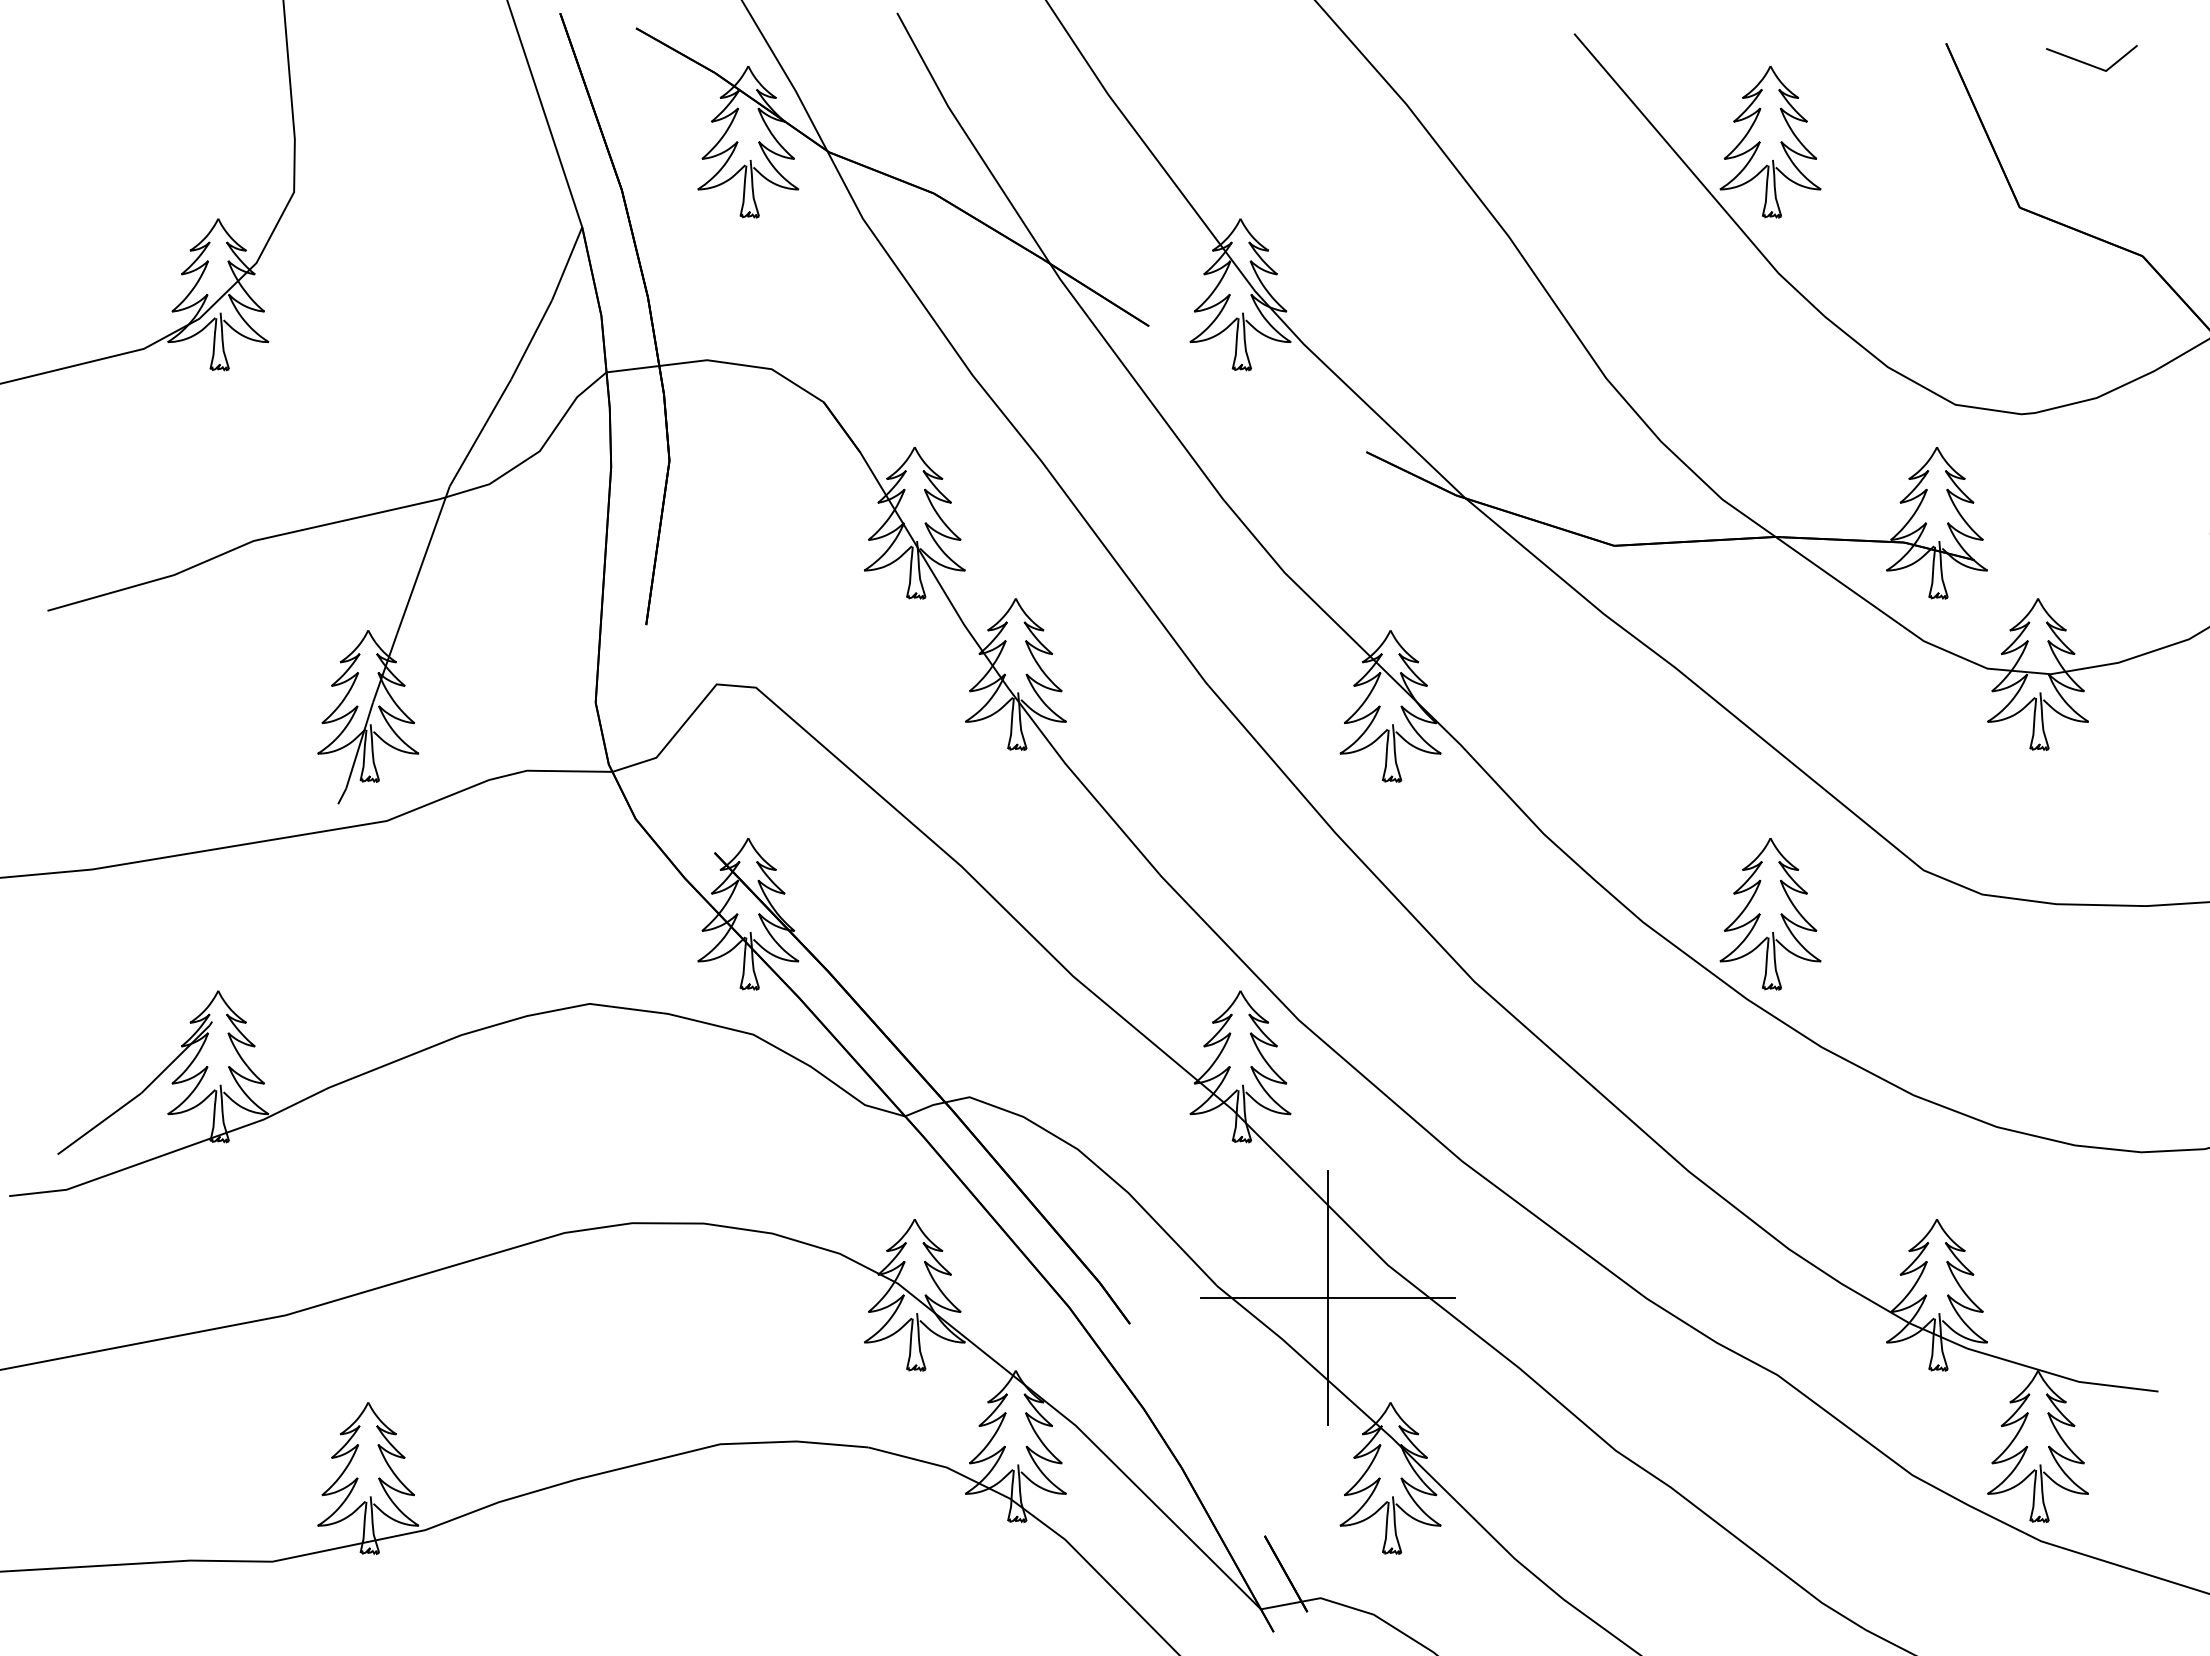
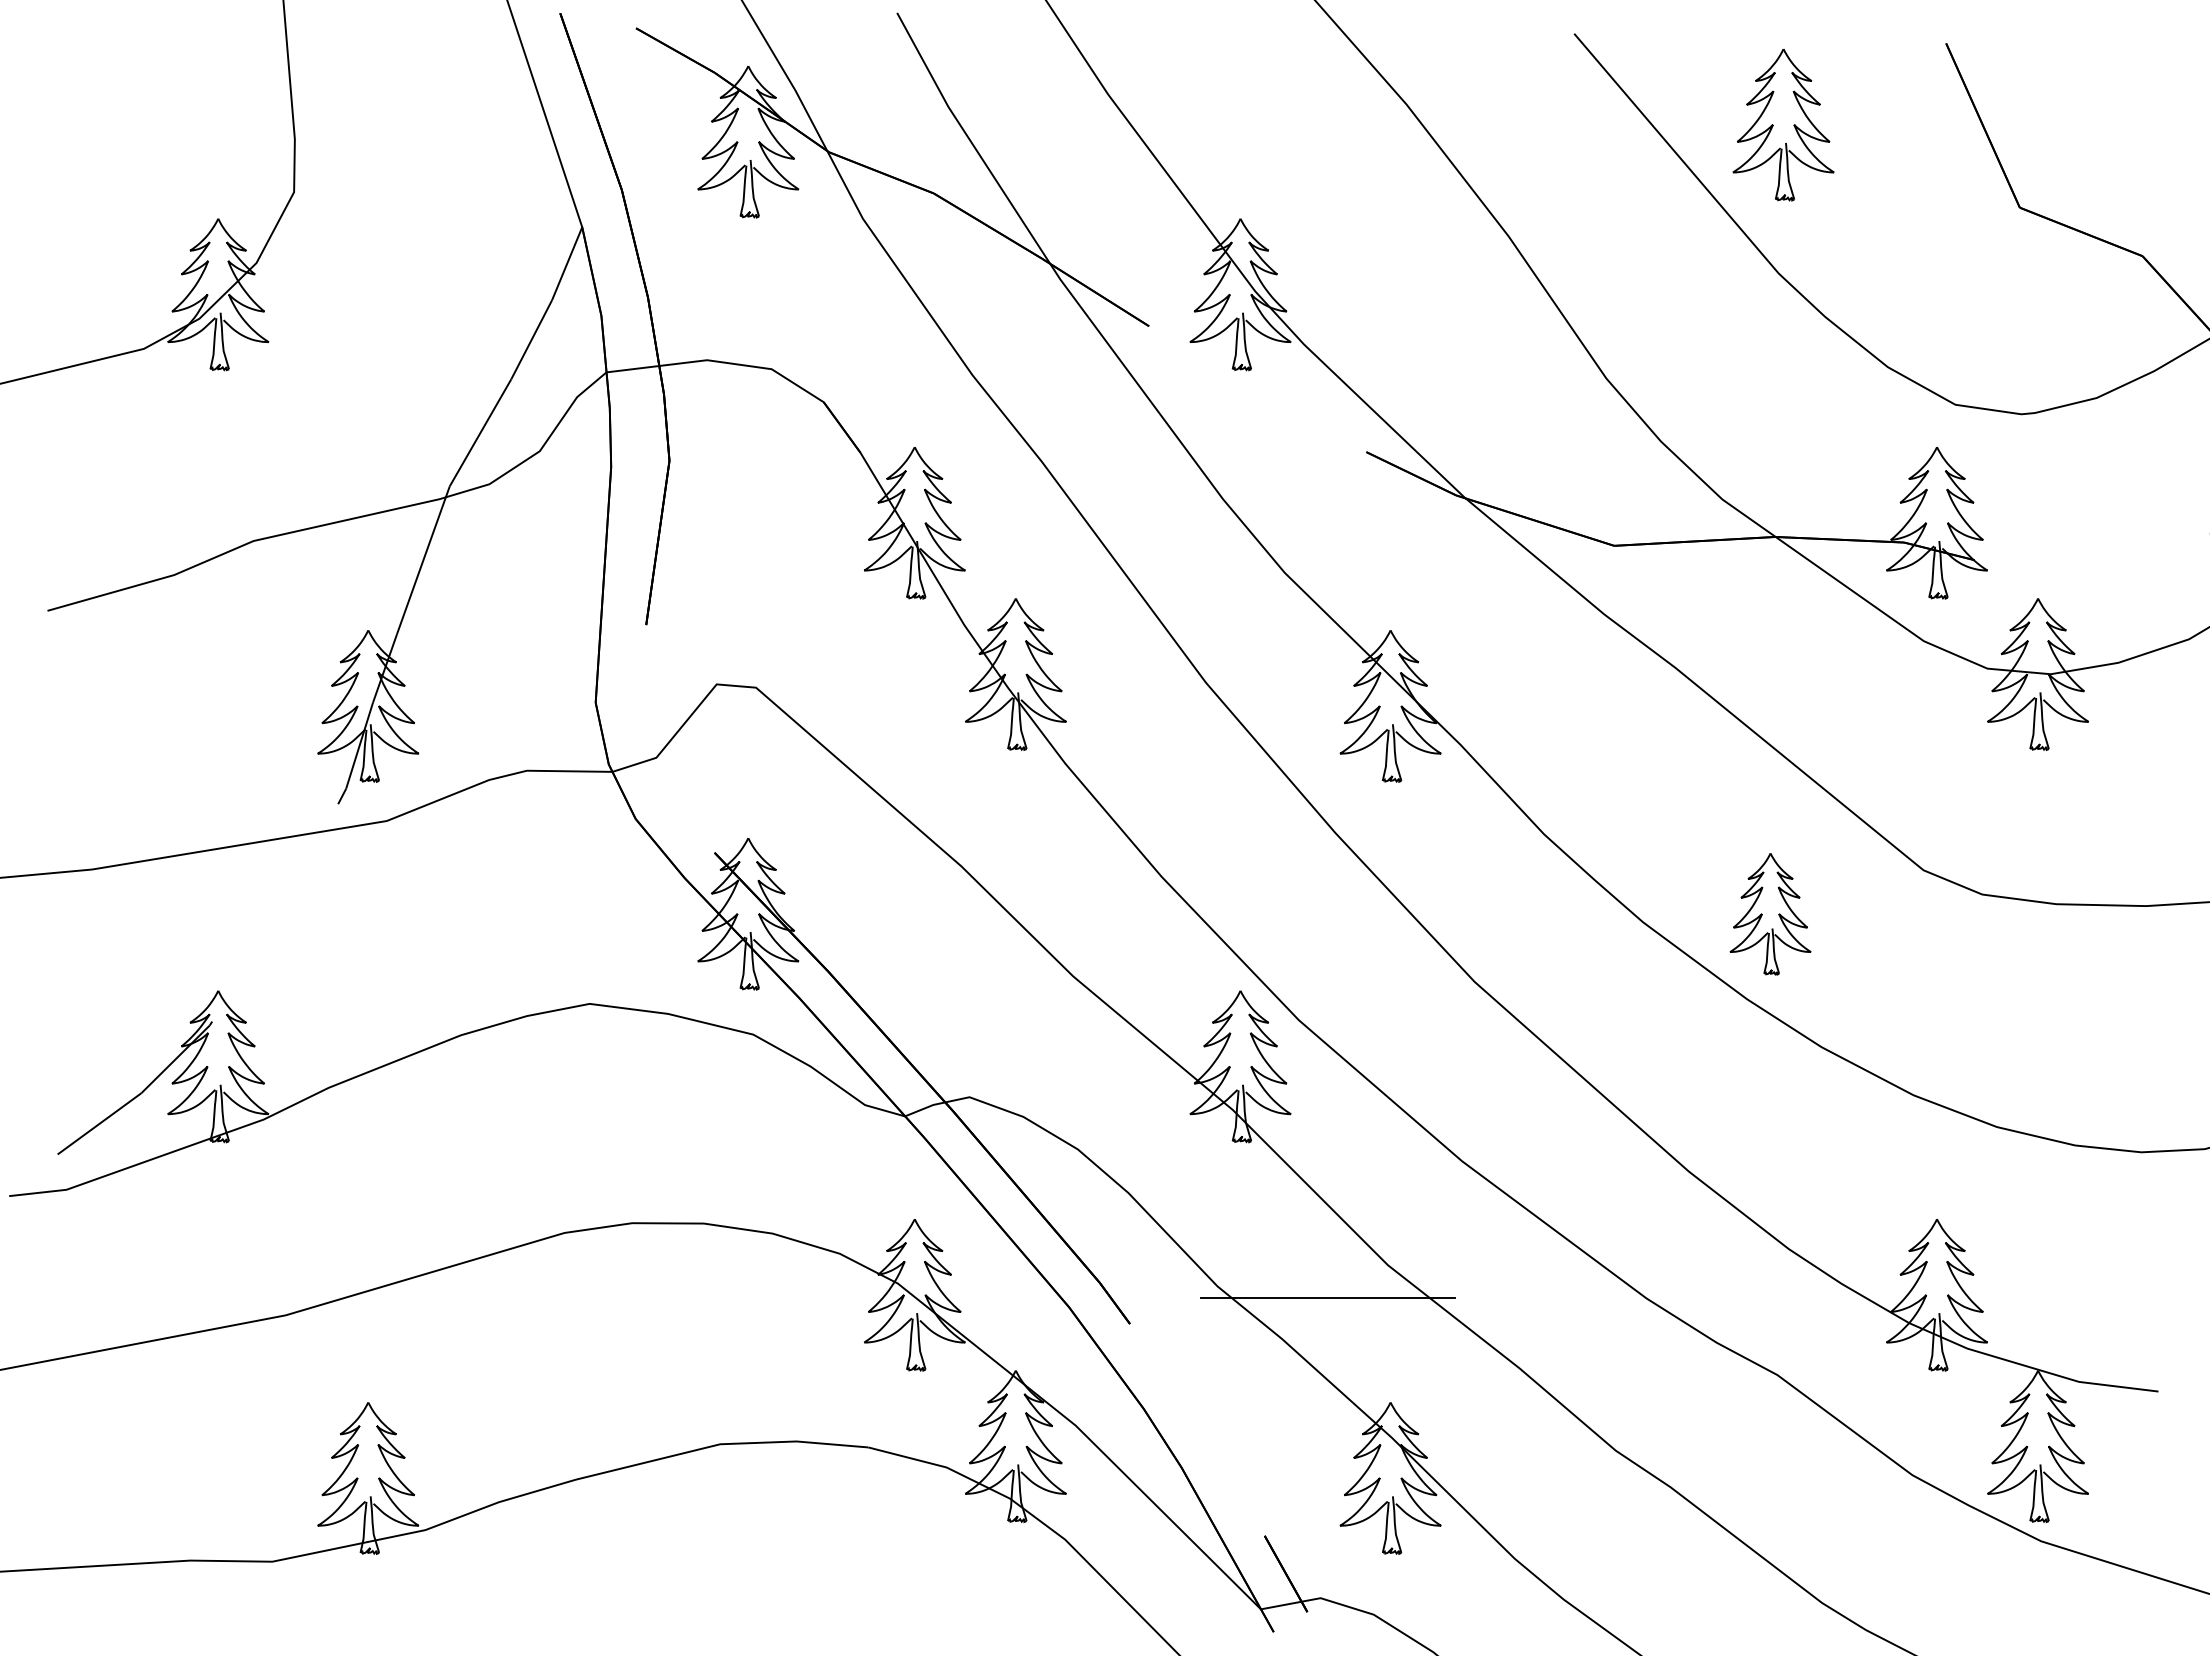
line at (2089, 63): present -> none
part at (1770, 141) position: (1770, 141) -> (1783, 124)
part at (1770, 914) size: 103x153 px -> 83x123 px
line at (1327, 1298): present -> none
